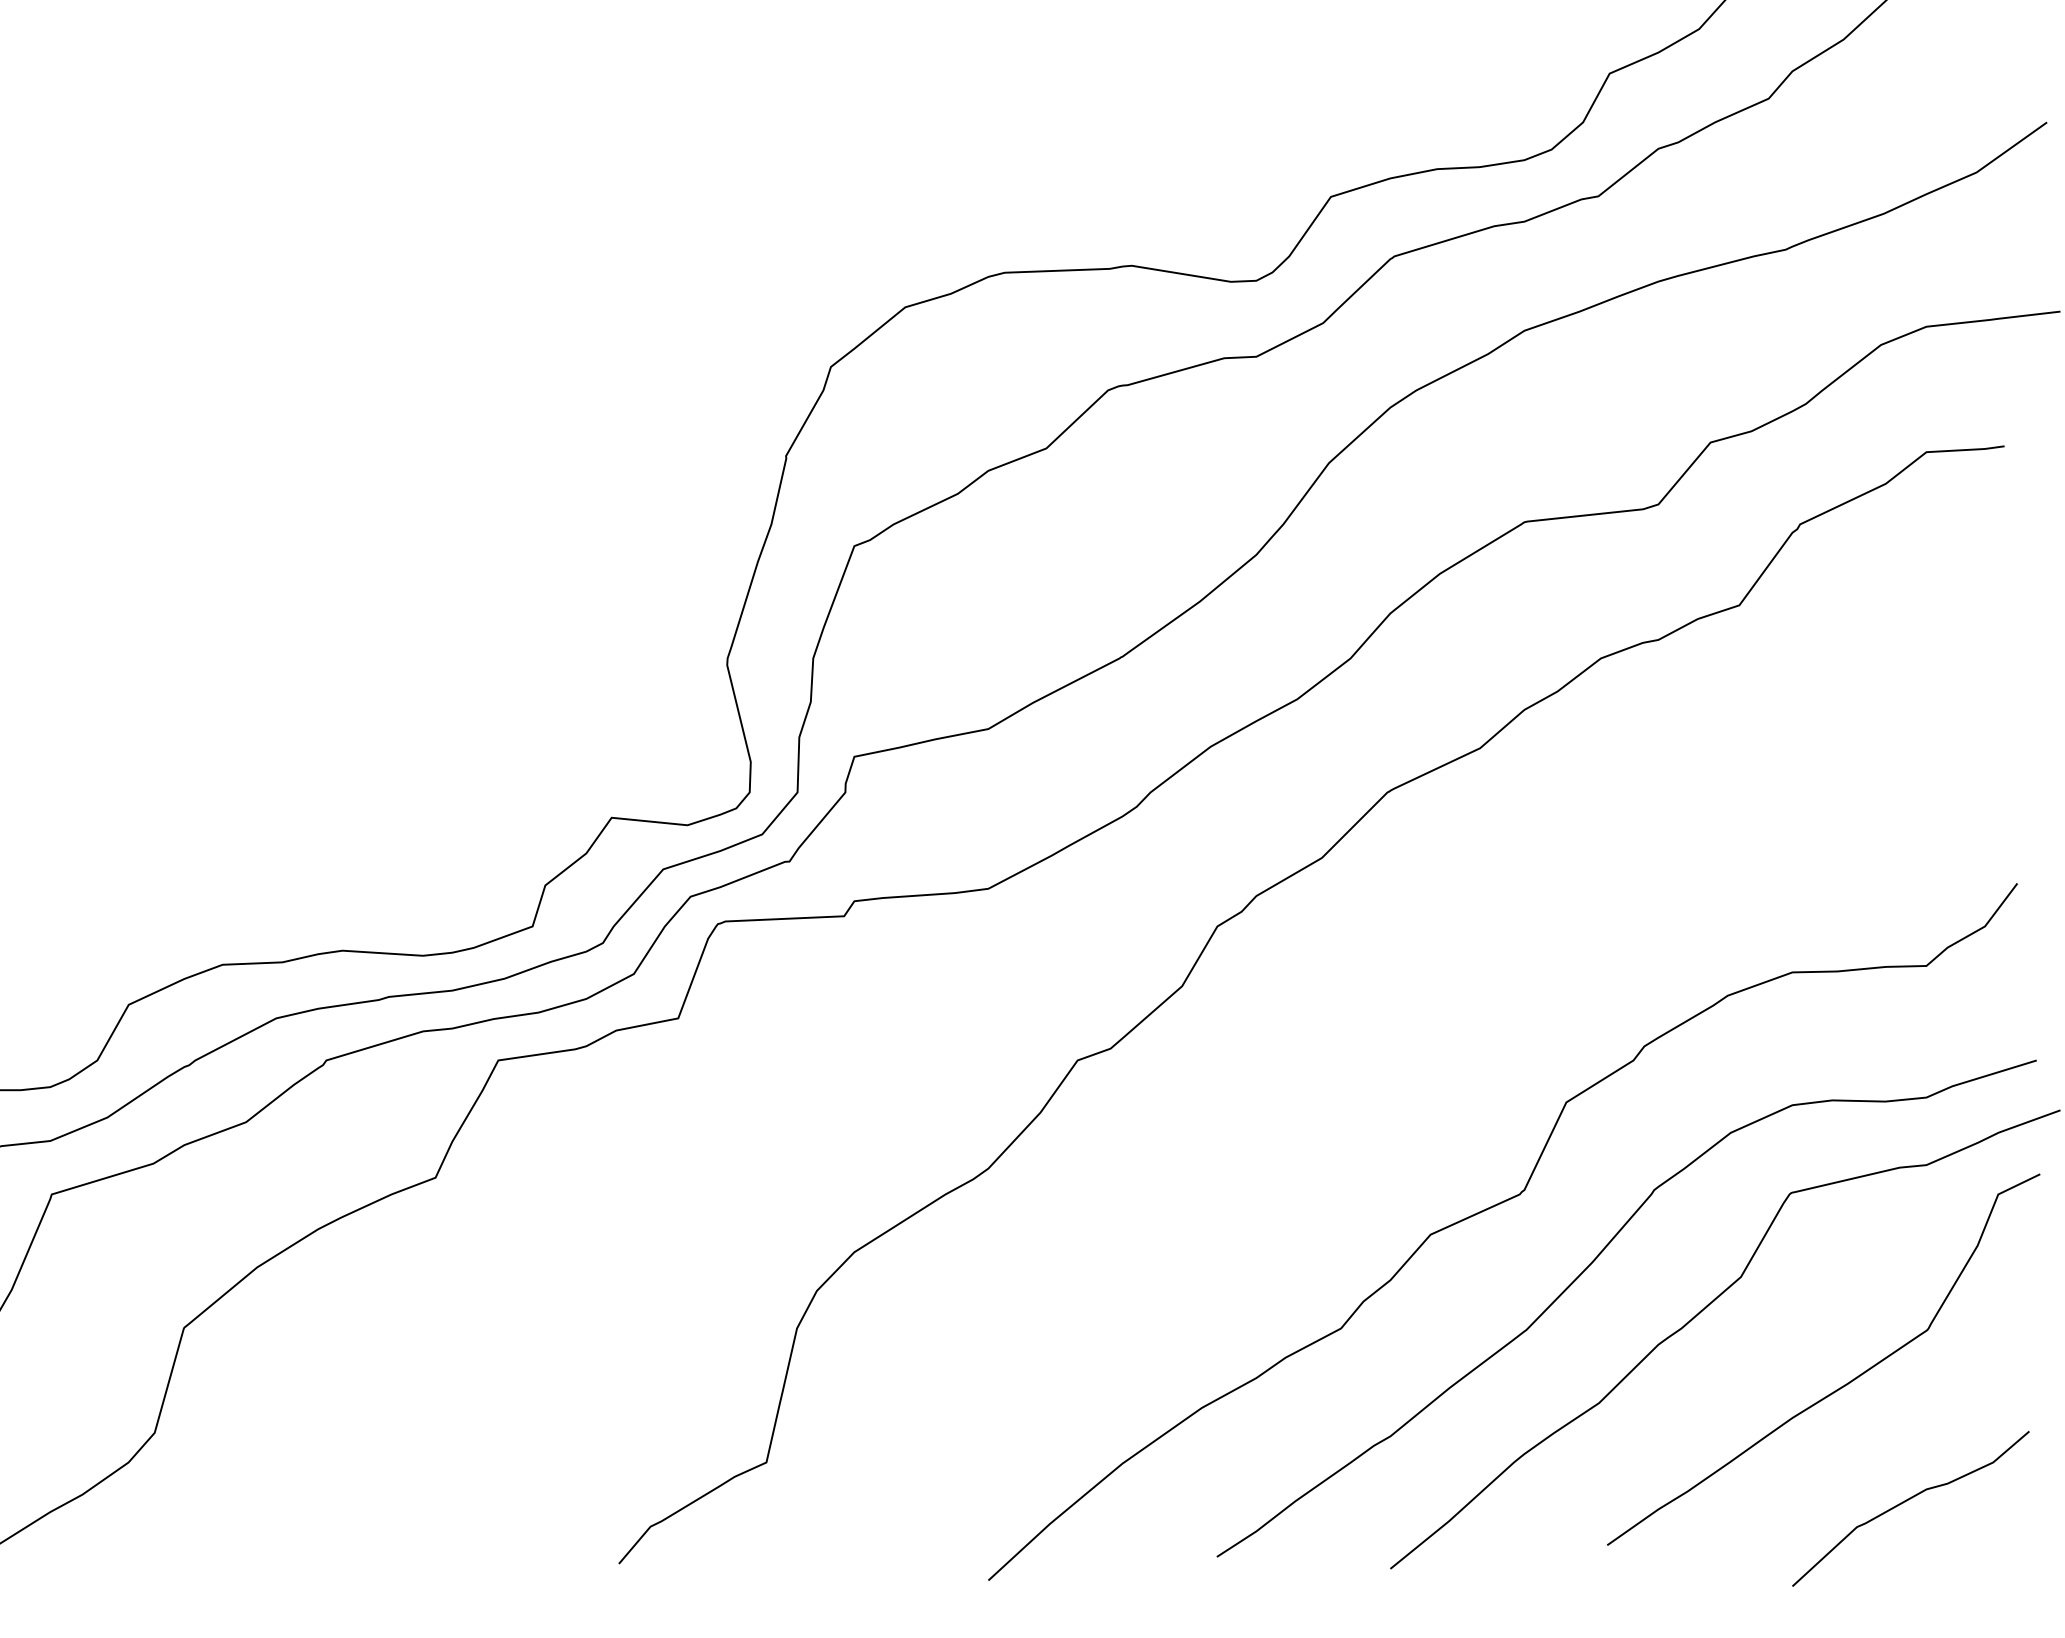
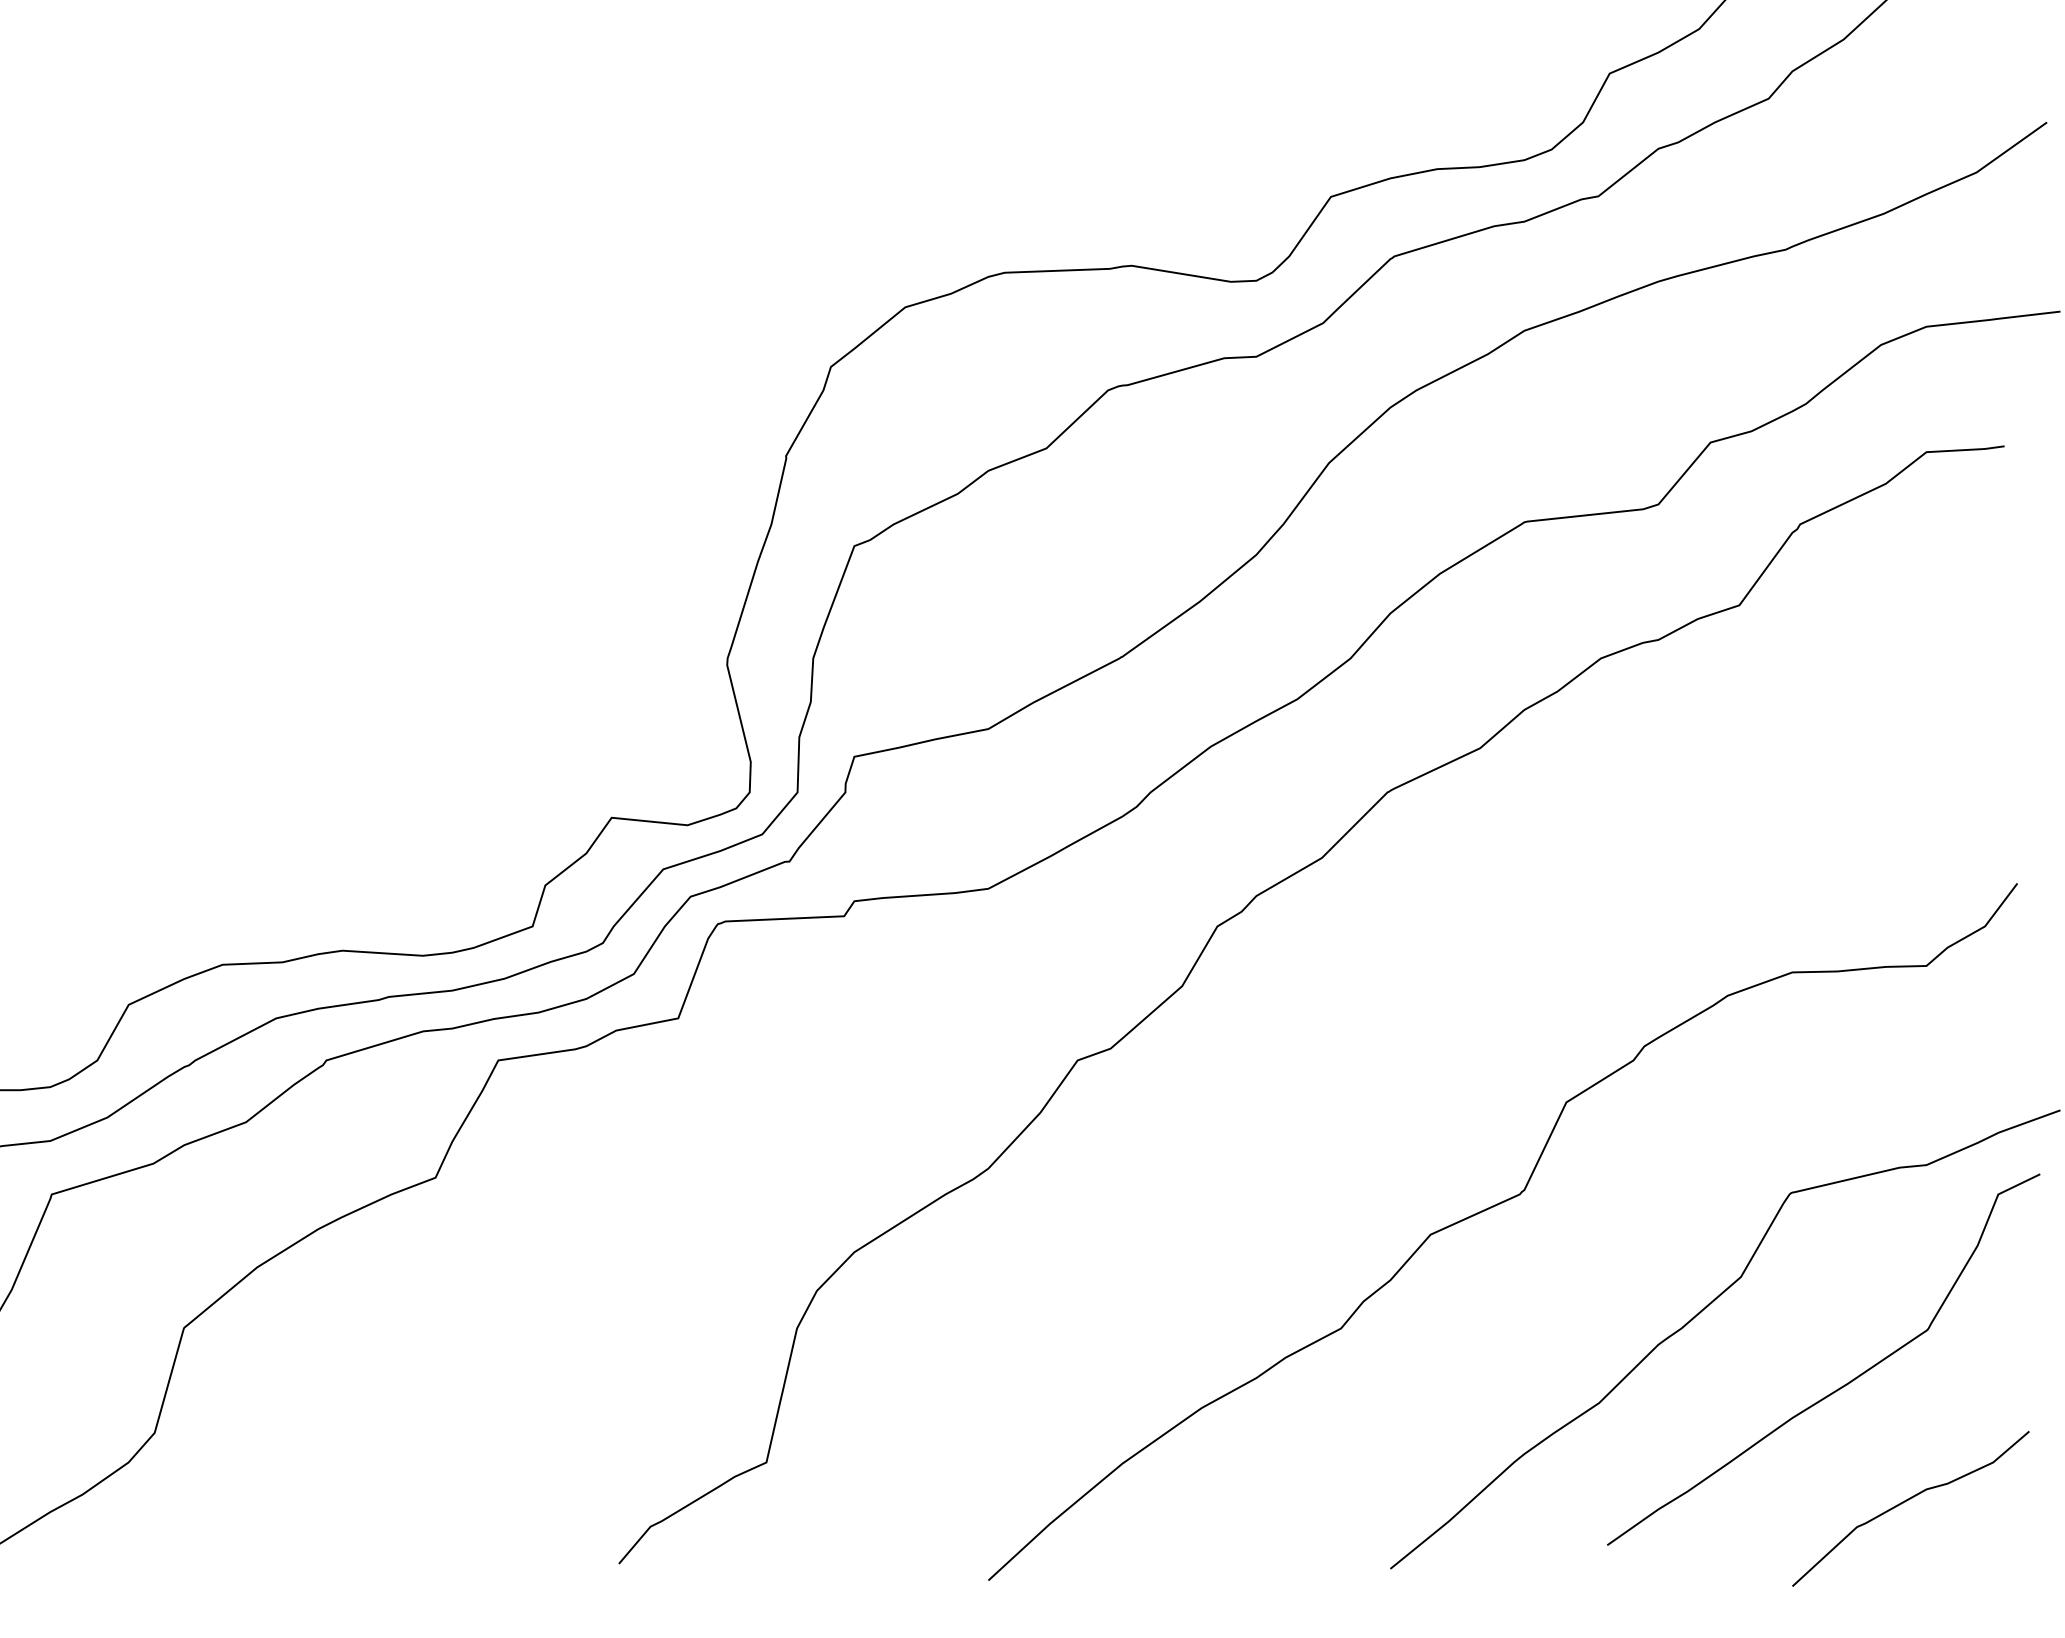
curve at (1587, 1268): present -> none
